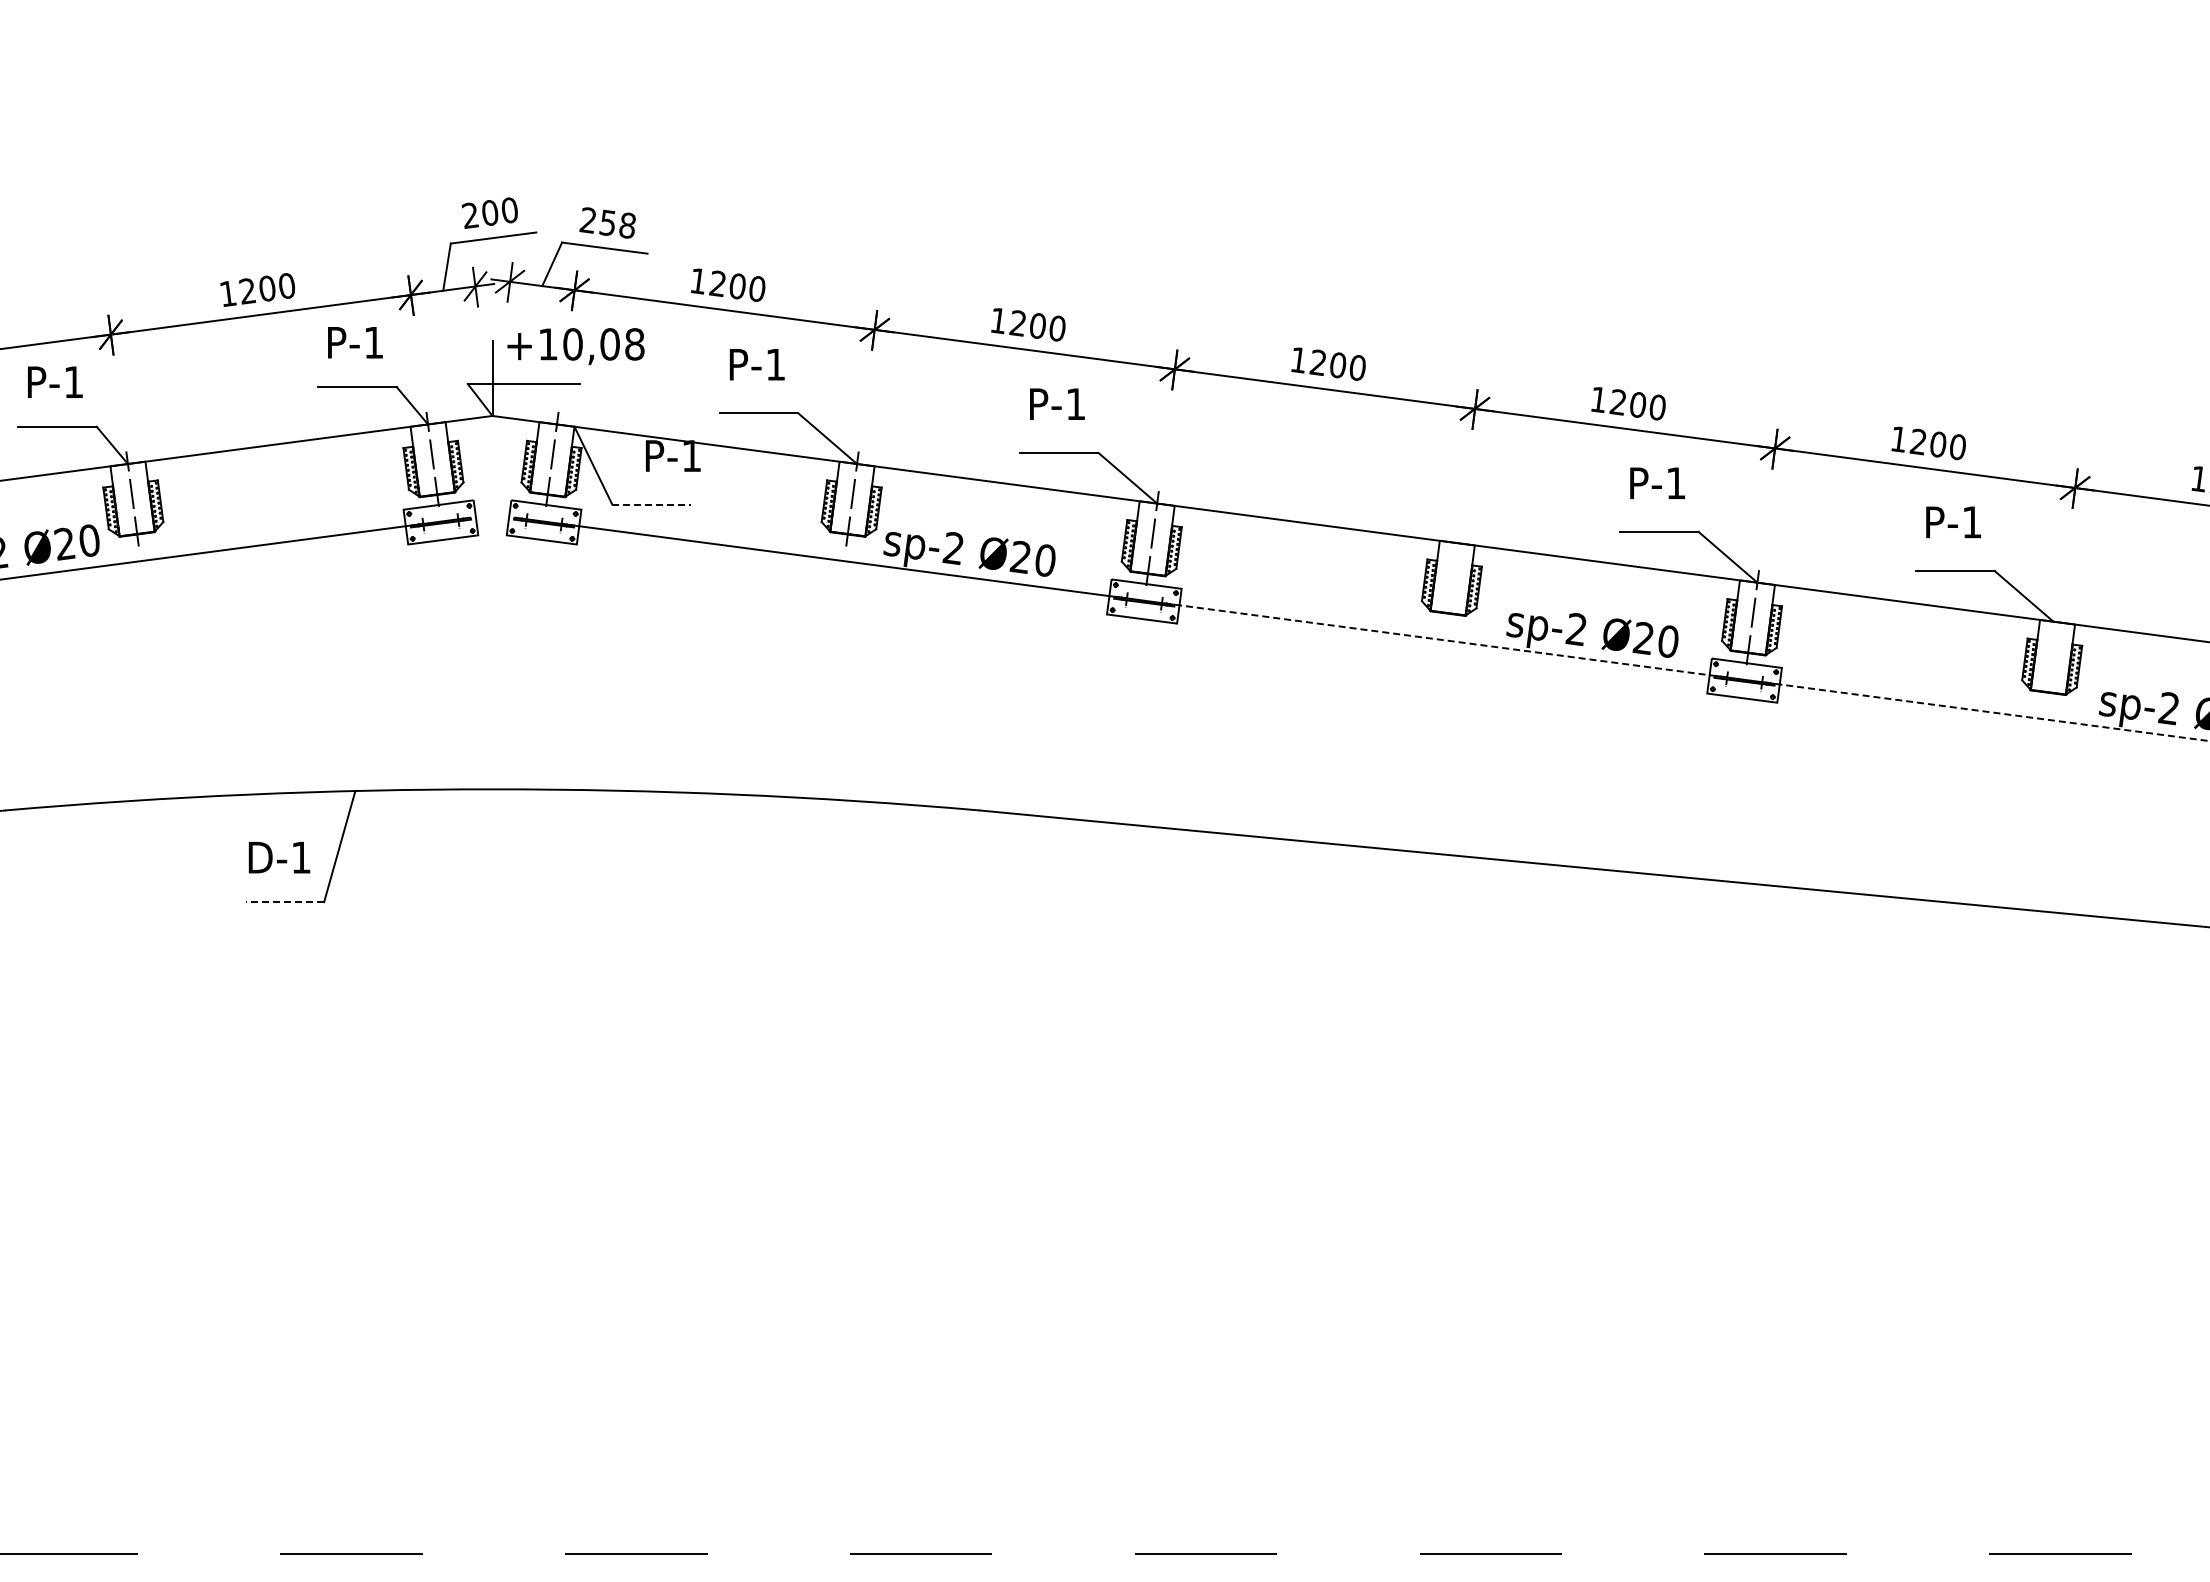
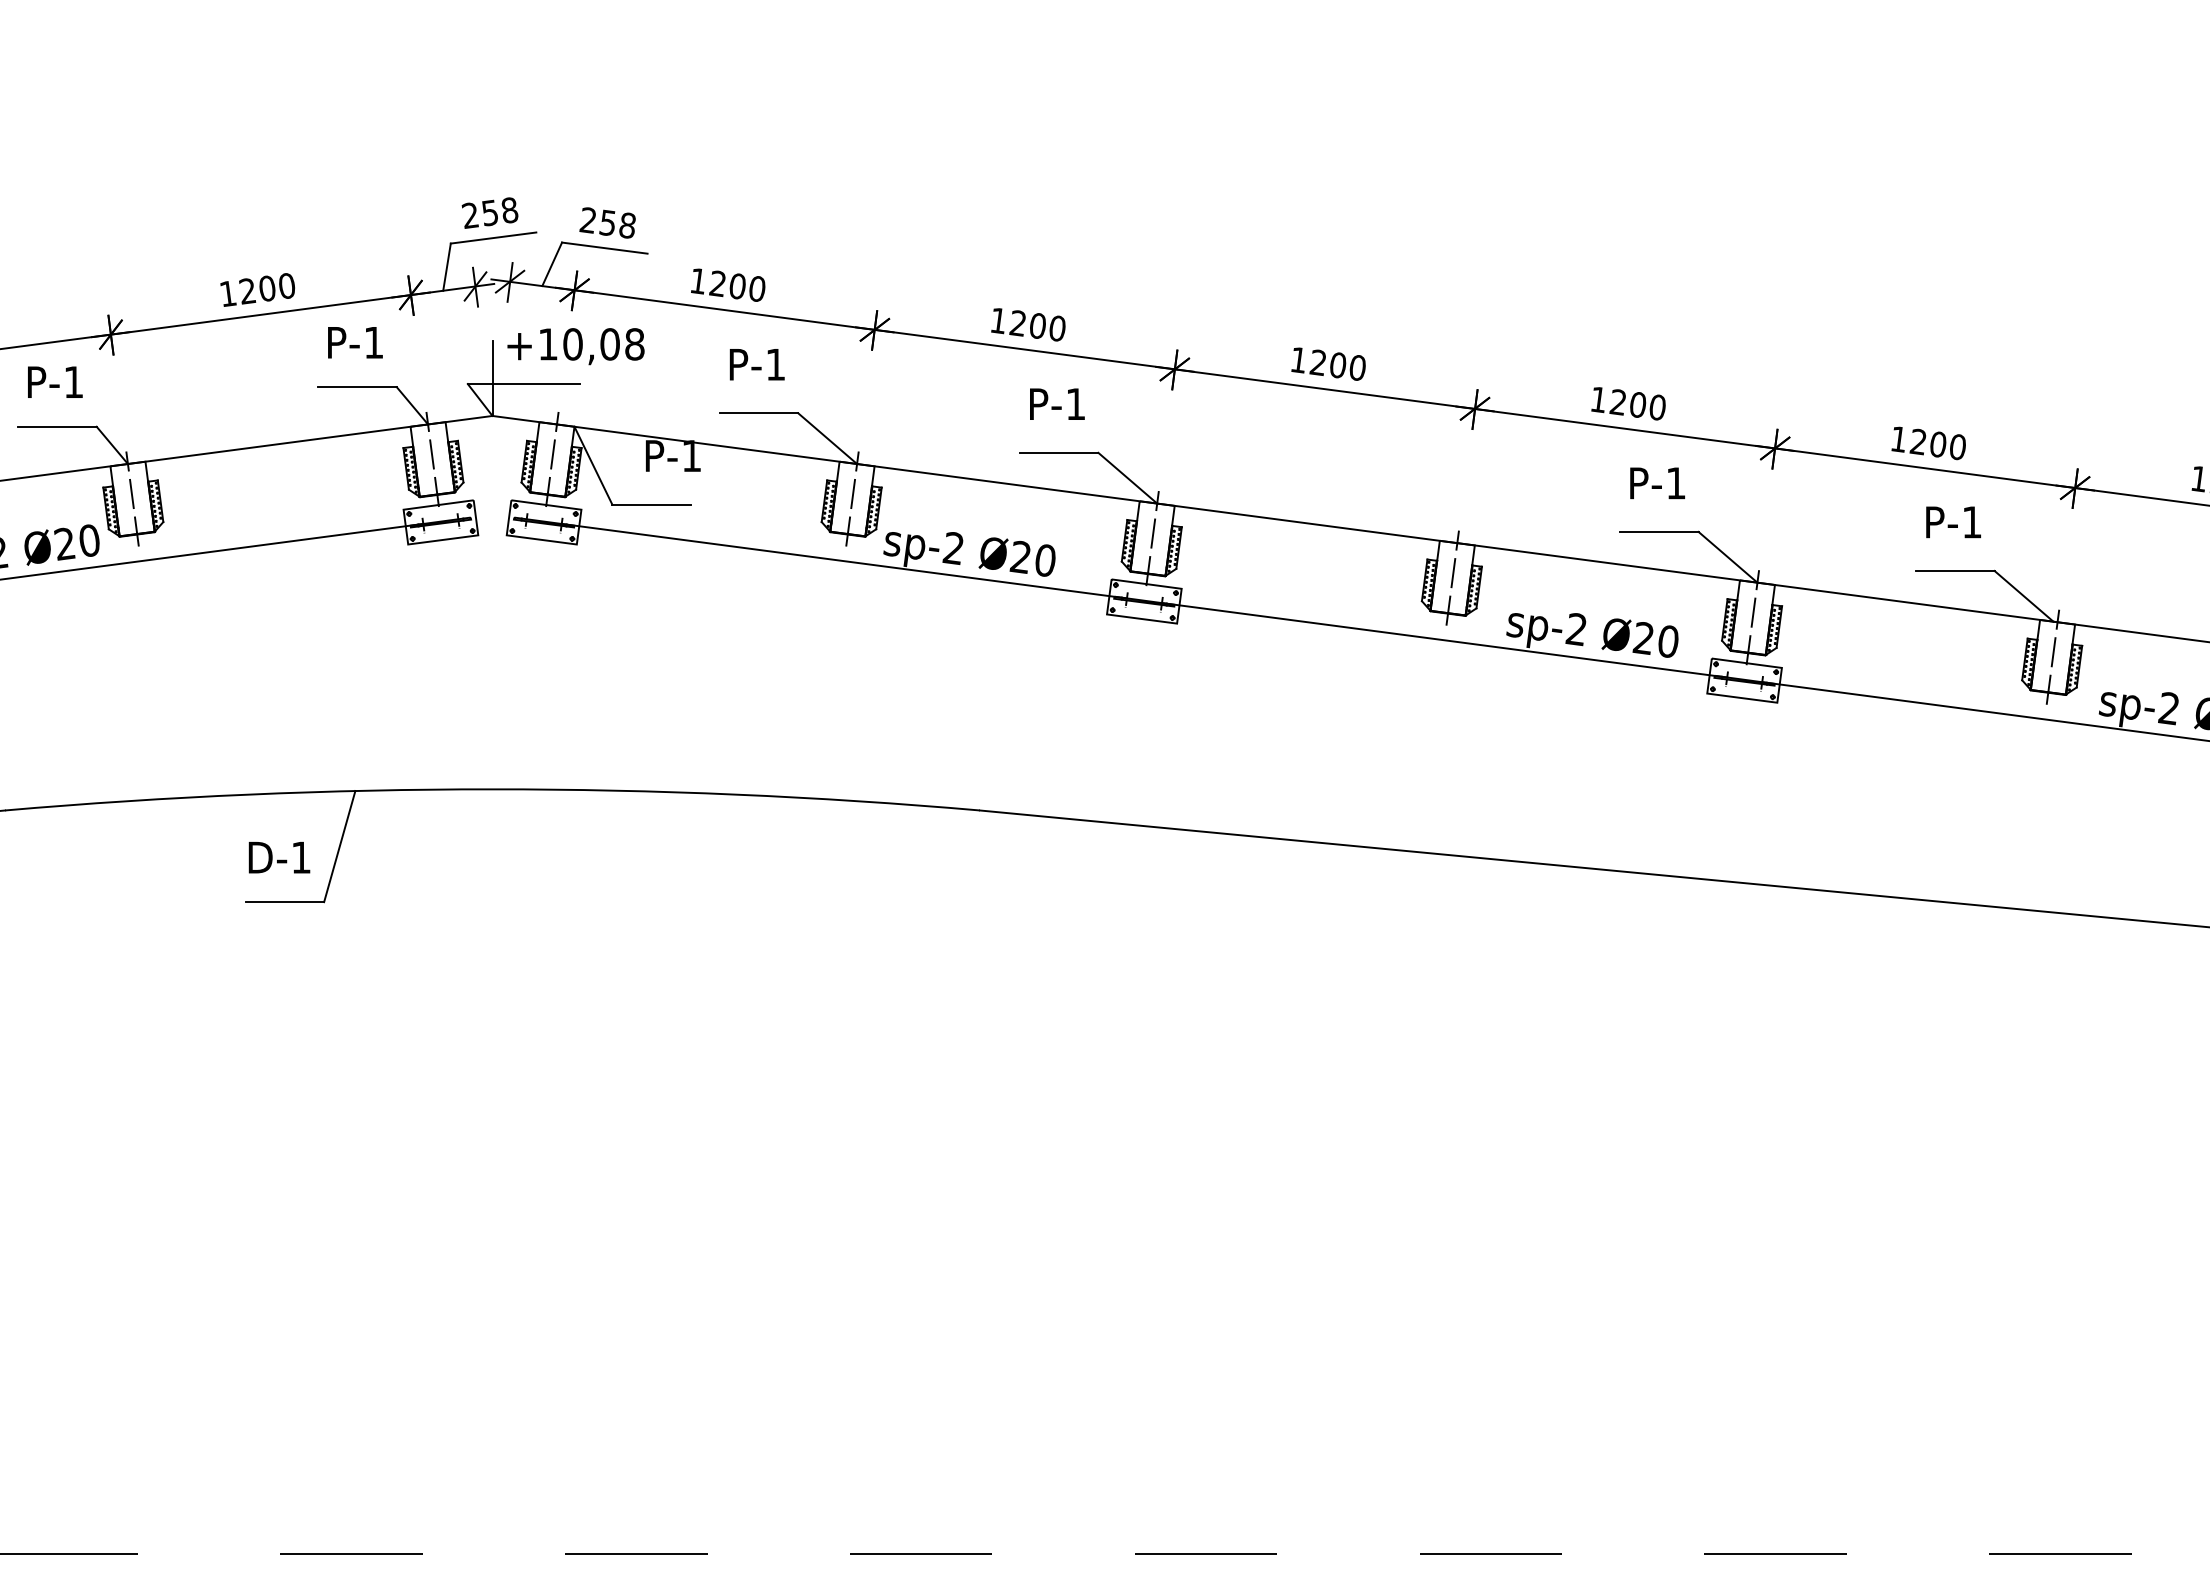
text at (500, 211): 200 -> 258
line at (652, 504): dashed -> solid
line at (1452, 577): none -> present
line at (1444, 640): dashed -> solid
line at (2052, 656): none -> present
line at (1986, 711): dashed -> solid
line at (284, 902): dashed -> solid
